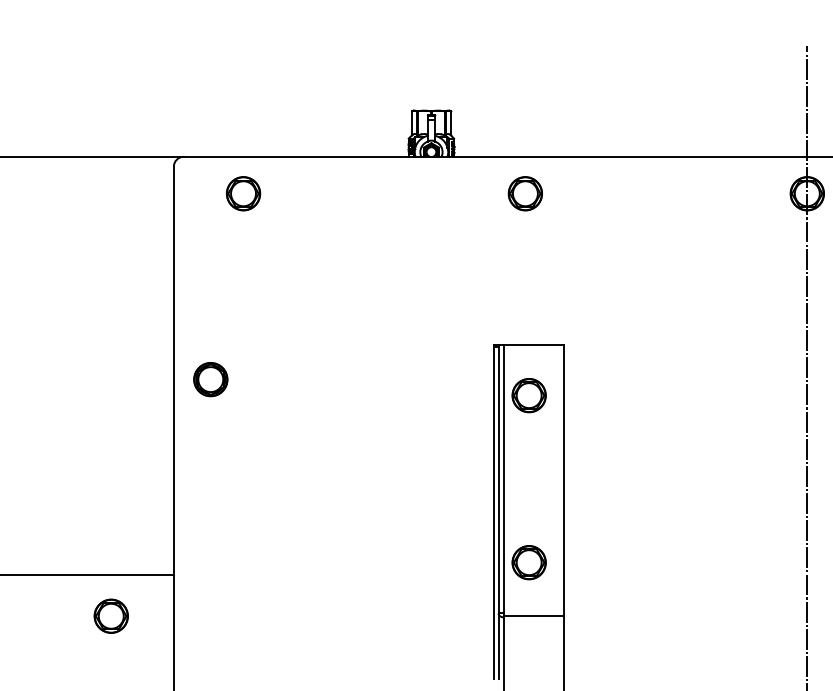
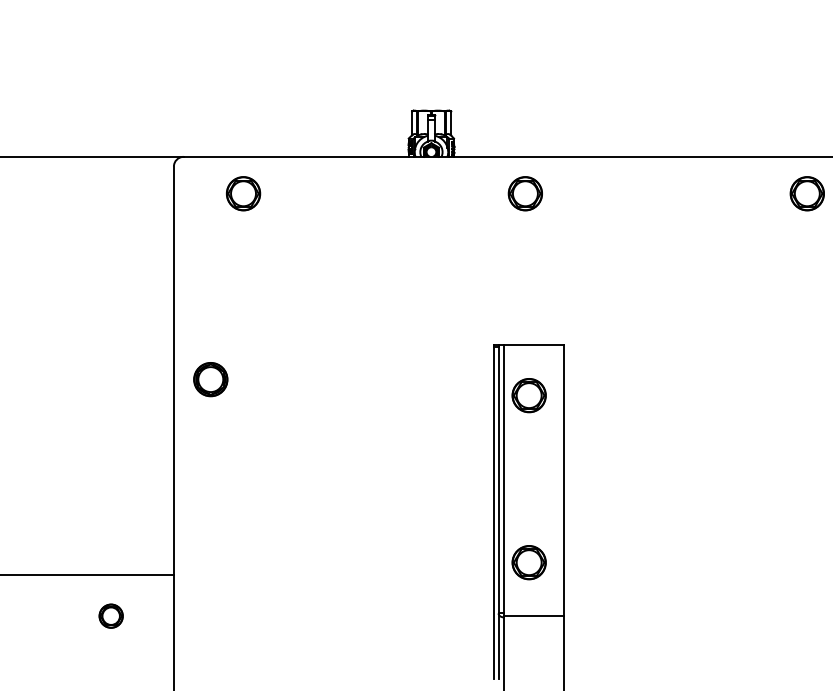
line at (807, 366): present -> none
part at (110, 615) size: 36x36 px -> 26x26 px
